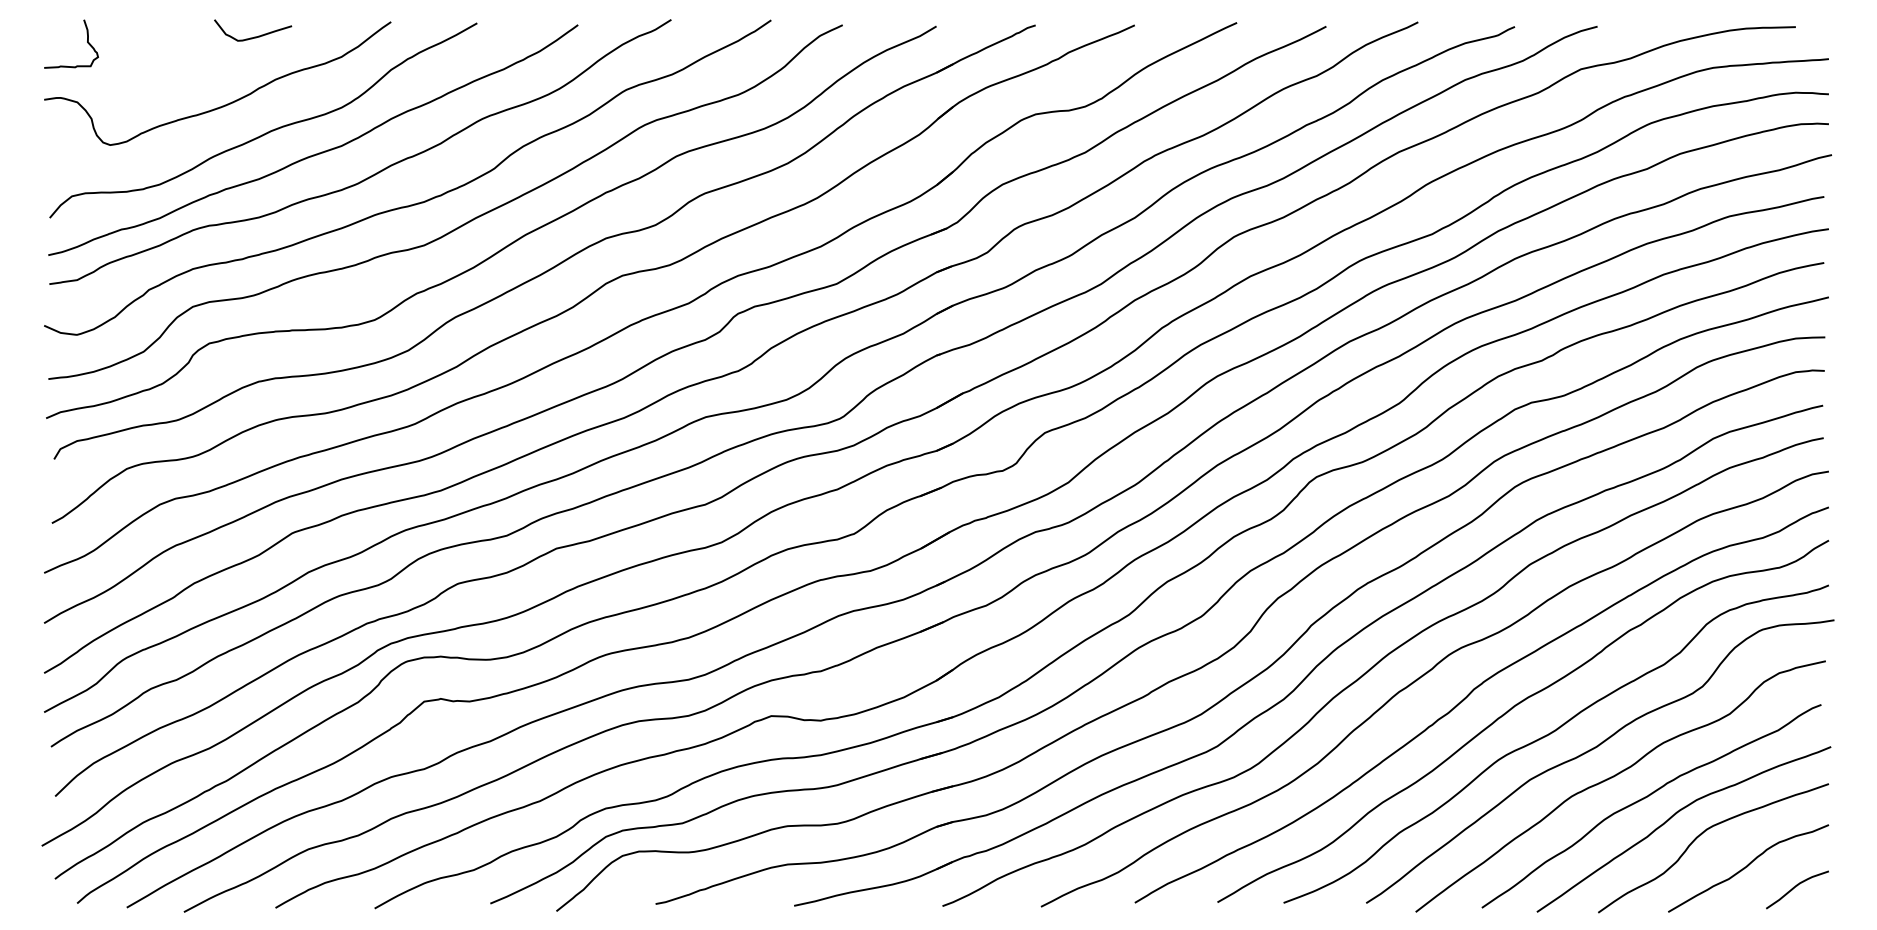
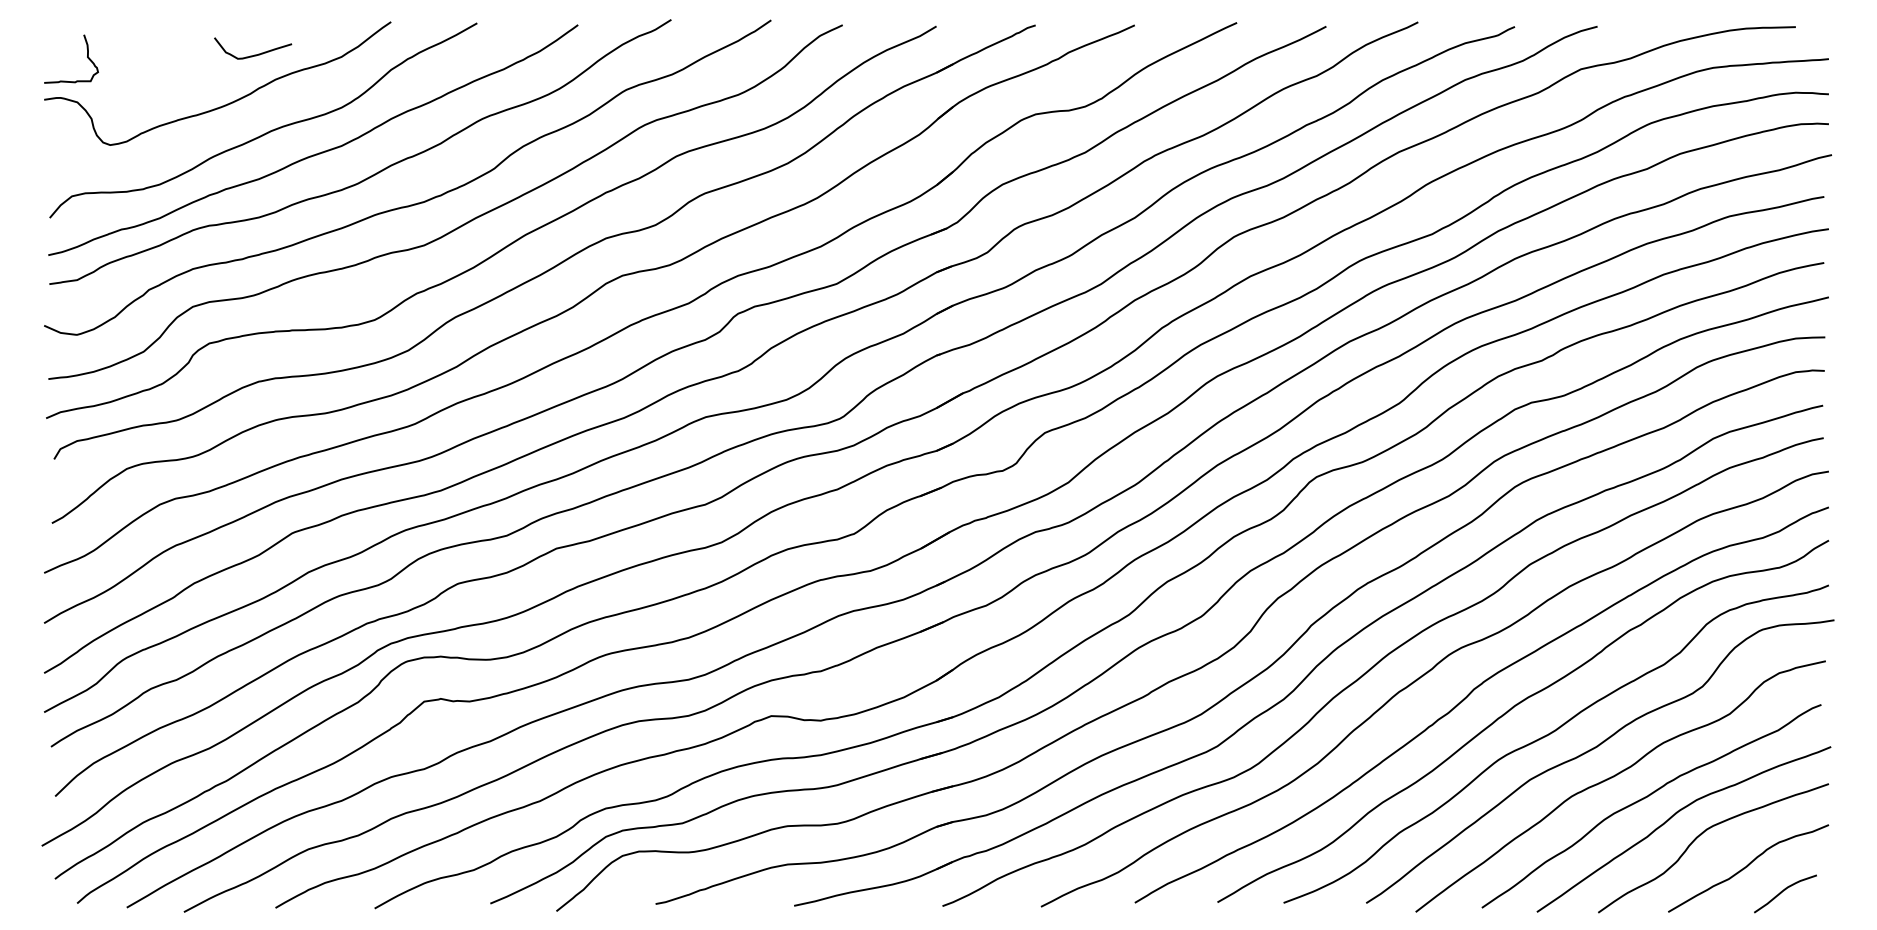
curve at (254, 36) position: (254, 36) -> (254, 54)
curve at (87, 43) position: (87, 43) -> (87, 58)
curve at (1795, 887) position: (1795, 887) -> (1783, 891)
